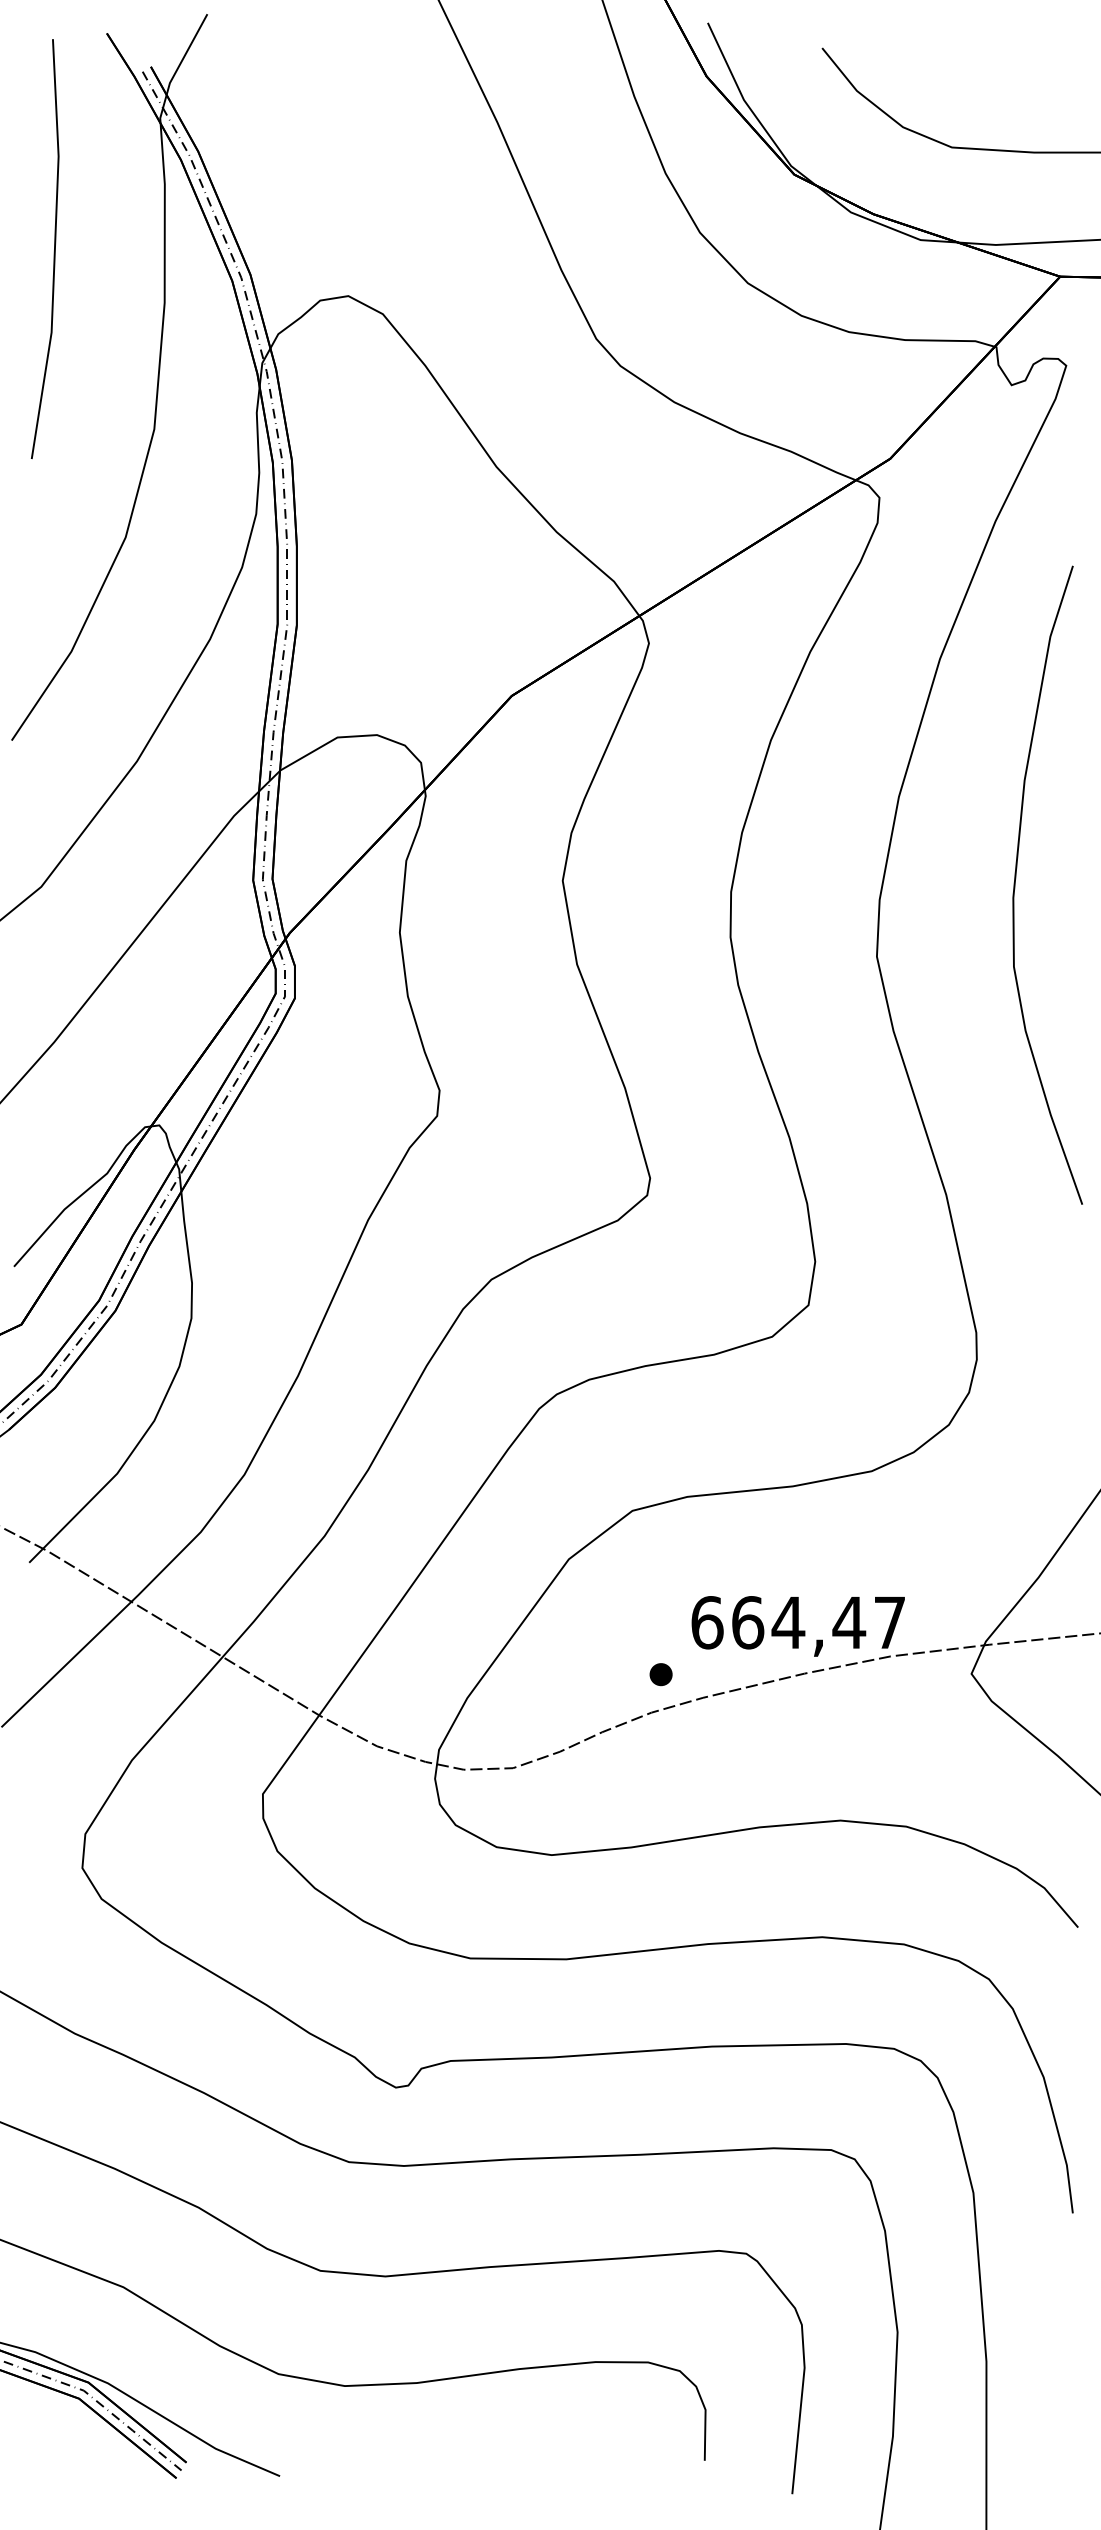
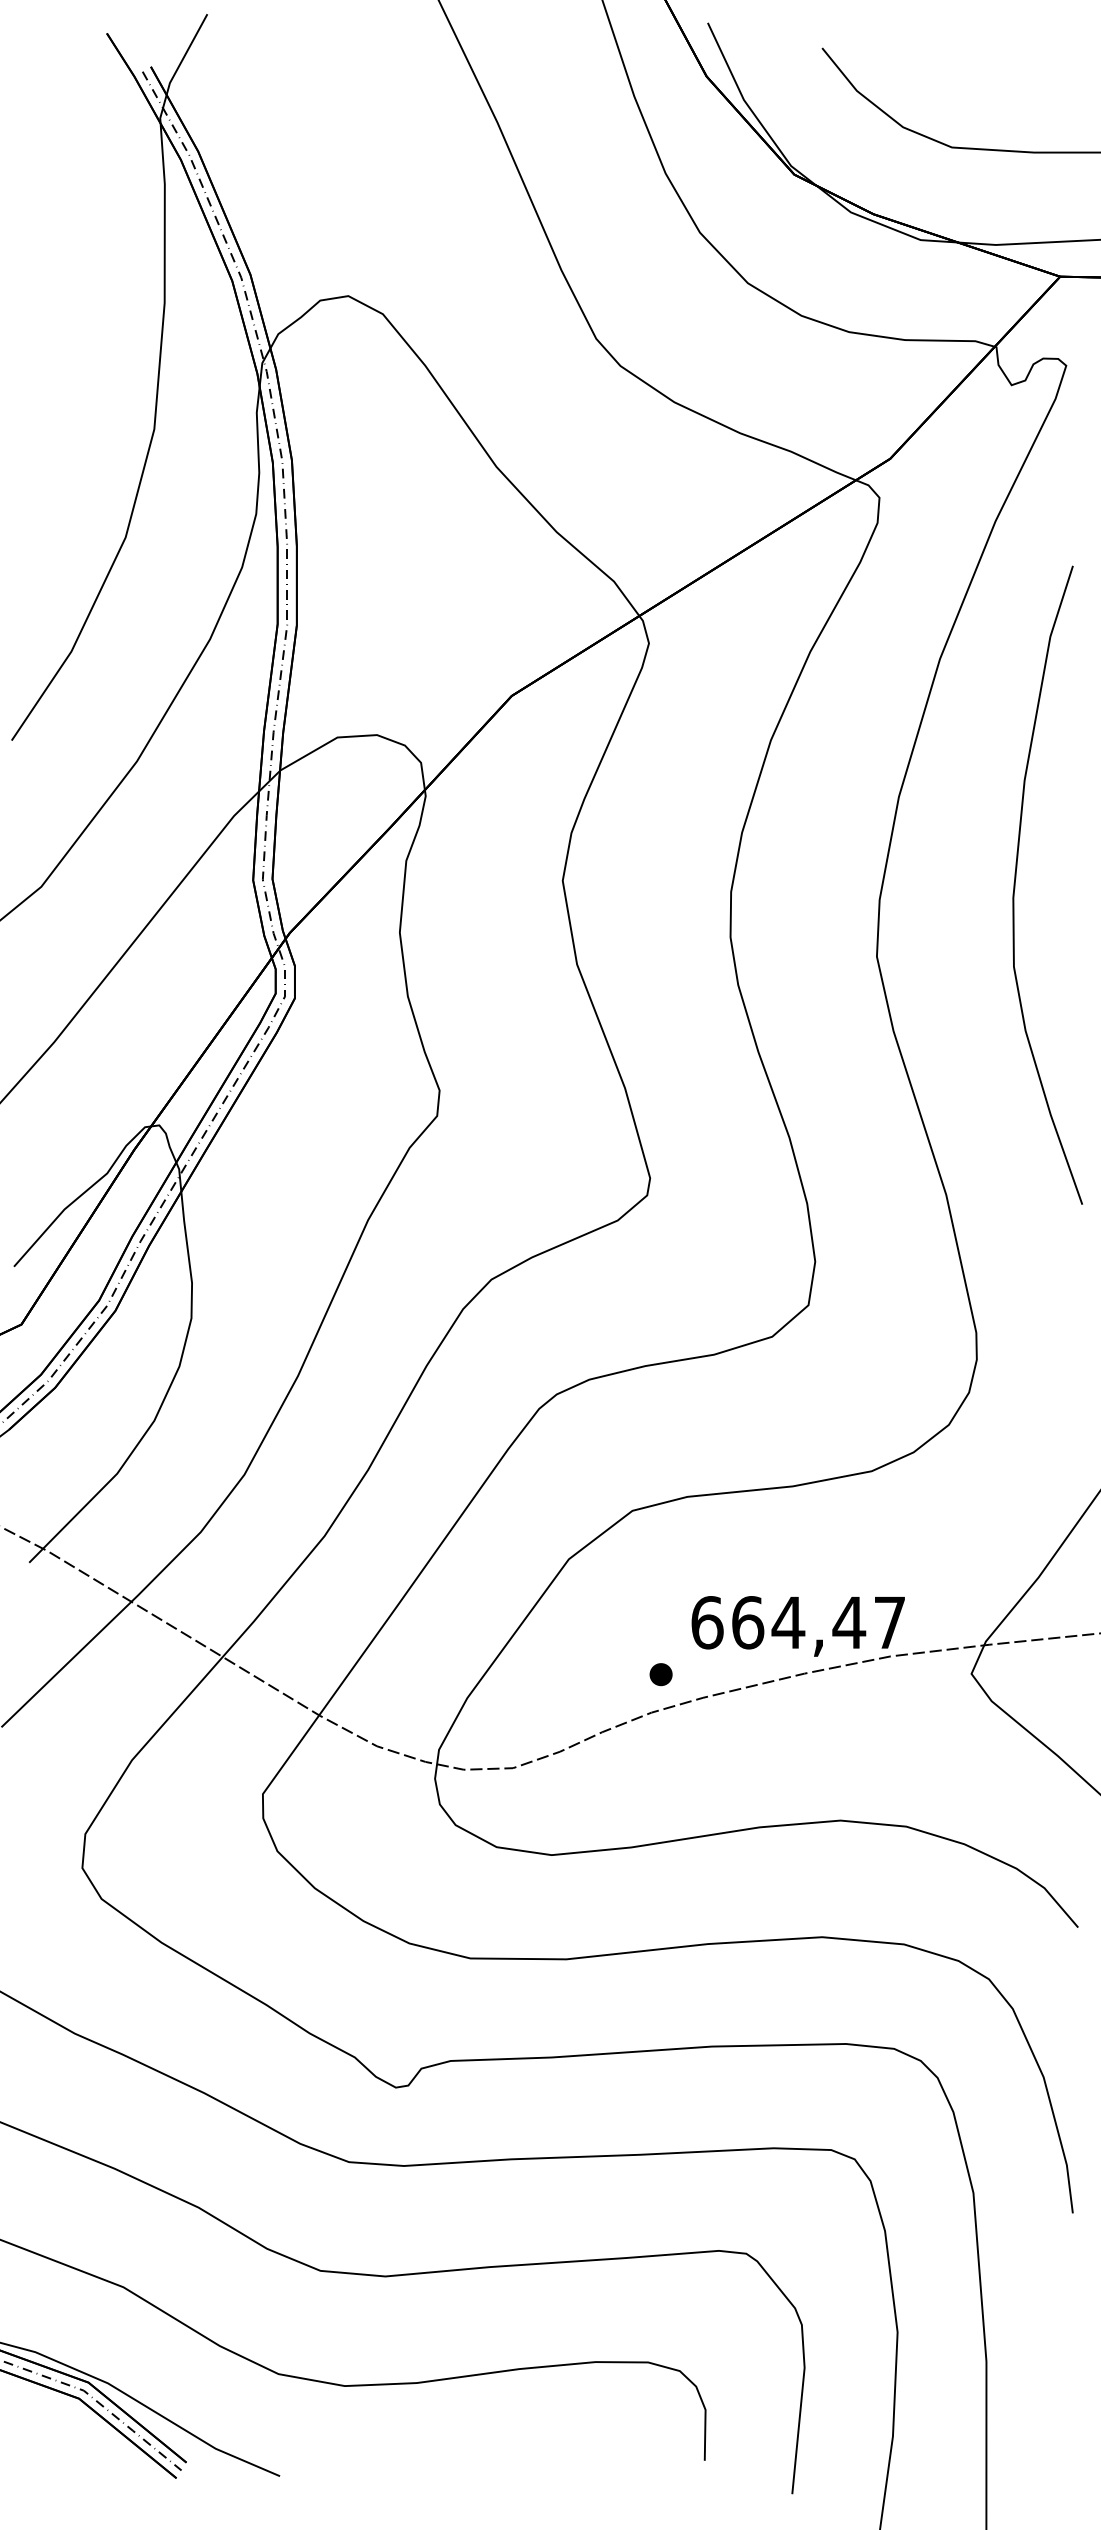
line at (53, 252): present -> none
